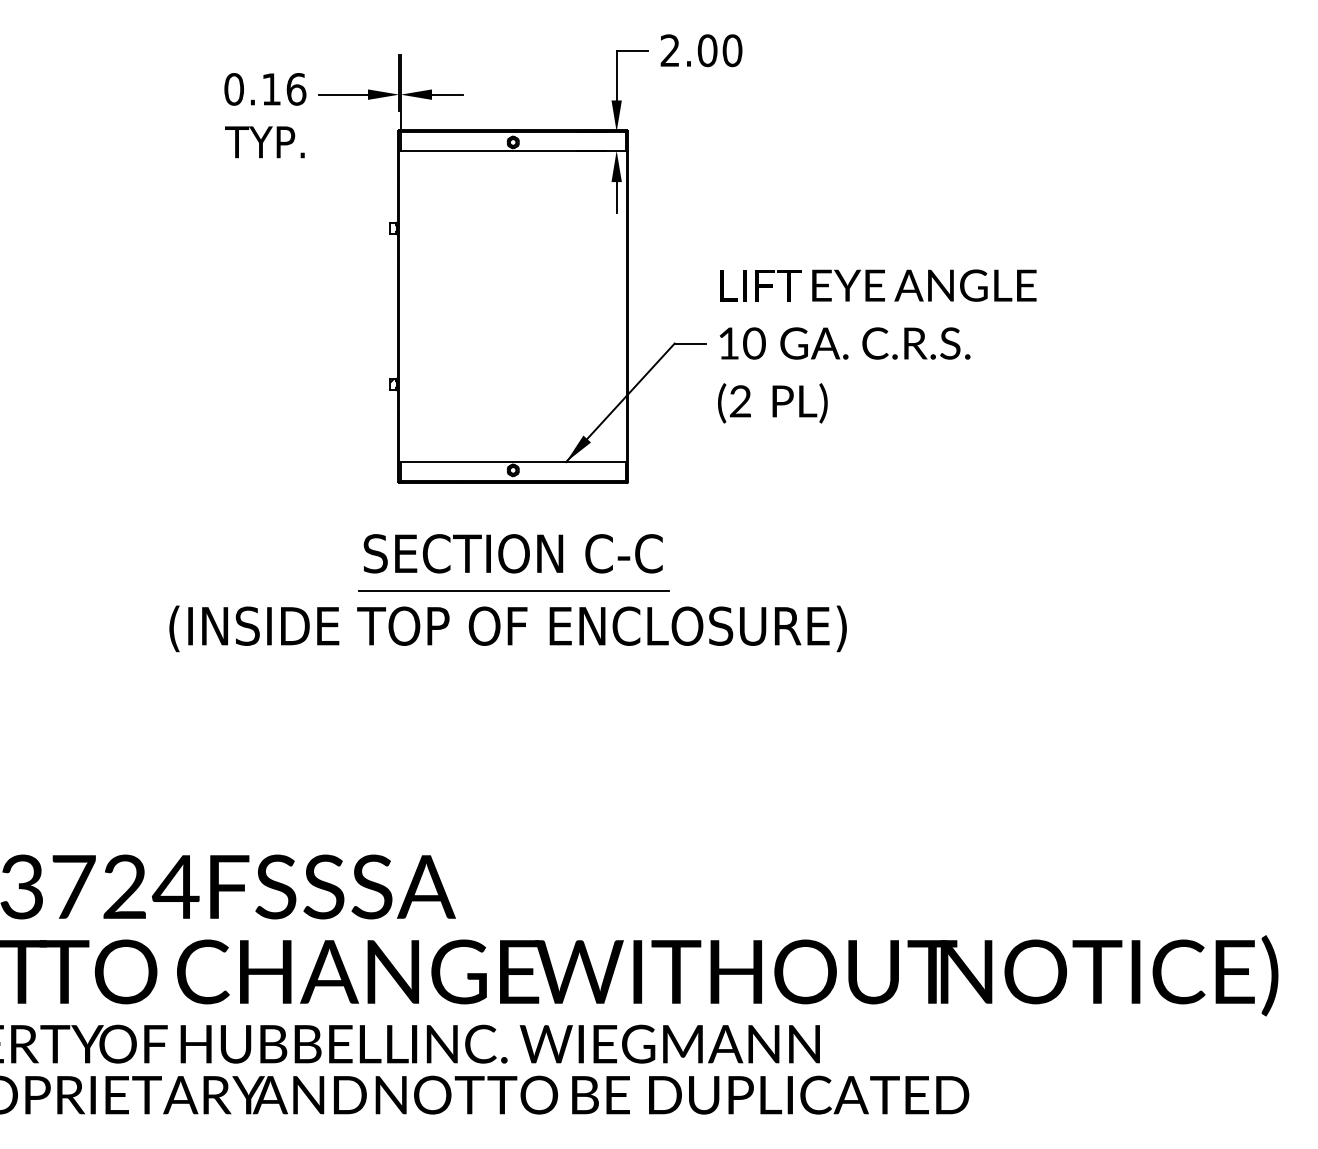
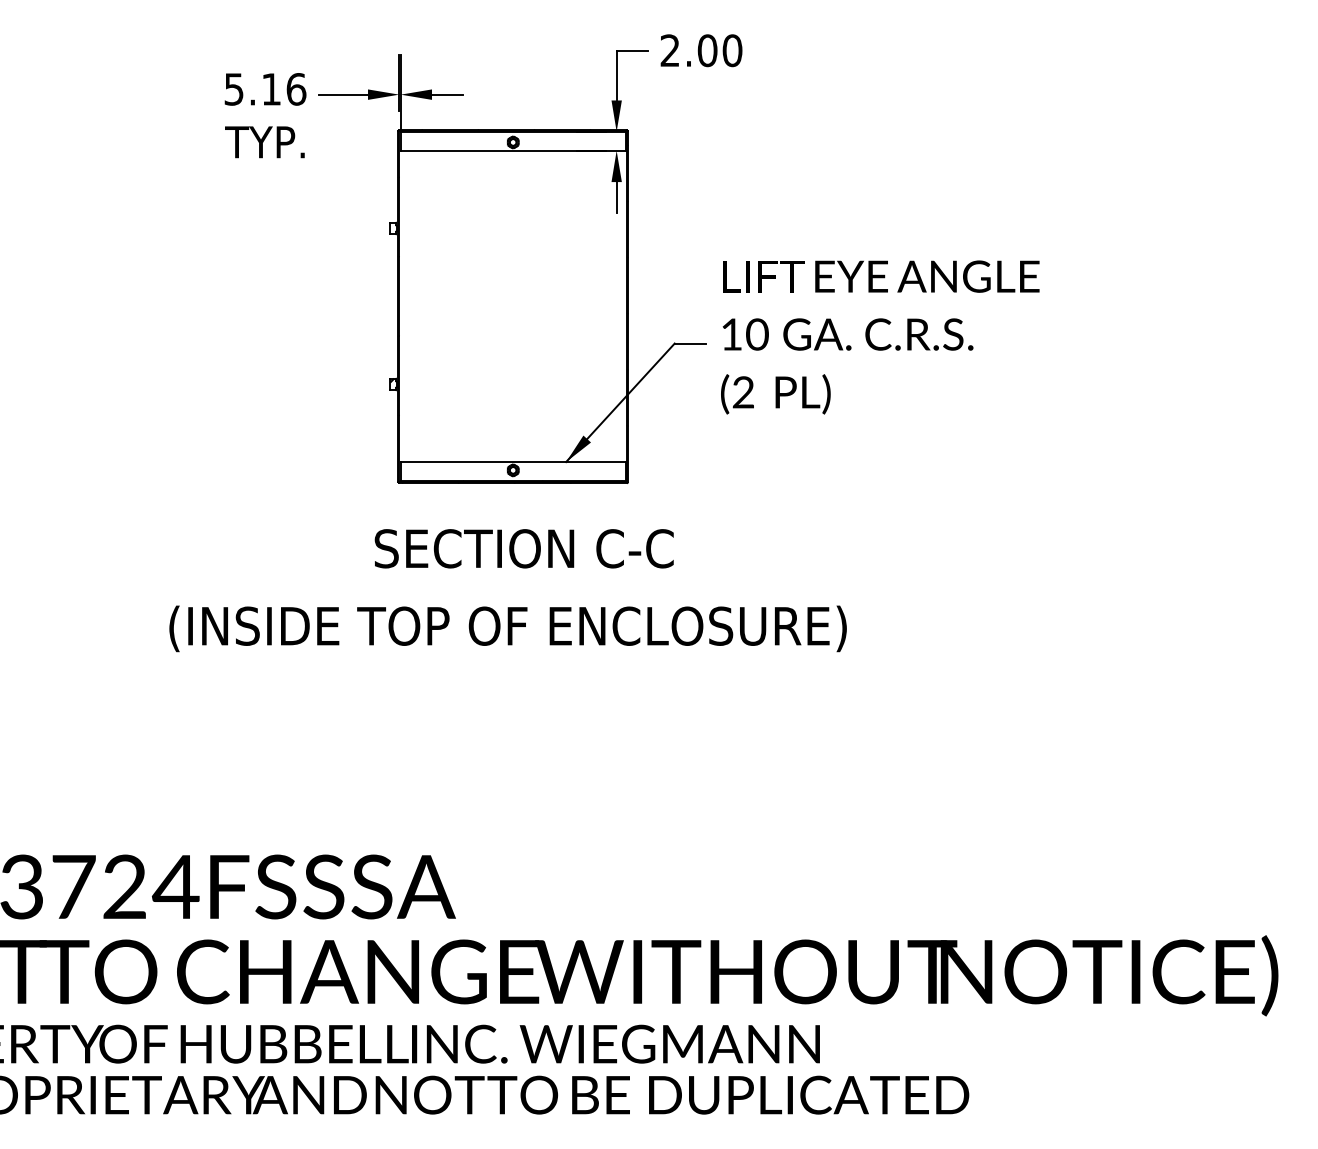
text at (234, 89): 0.16 -> 5.16
text at (877, 346) position: (877, 346) -> (880, 337)
text at (512, 553) position: (512, 553) -> (523, 548)
line at (513, 591): present -> none
